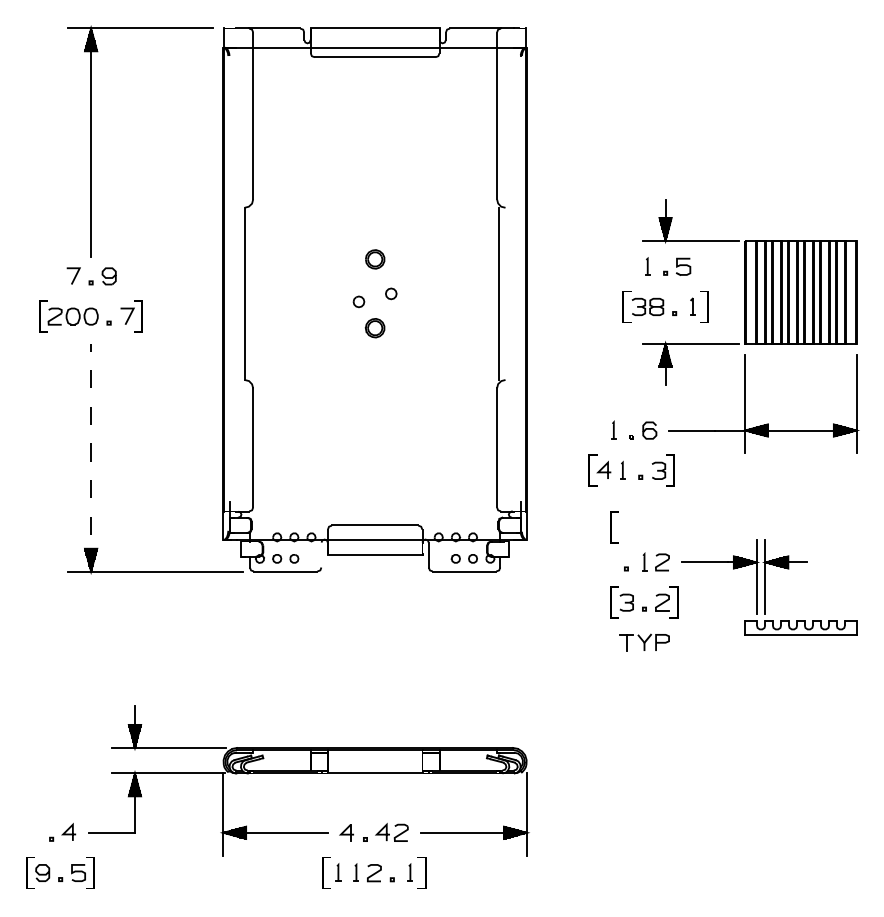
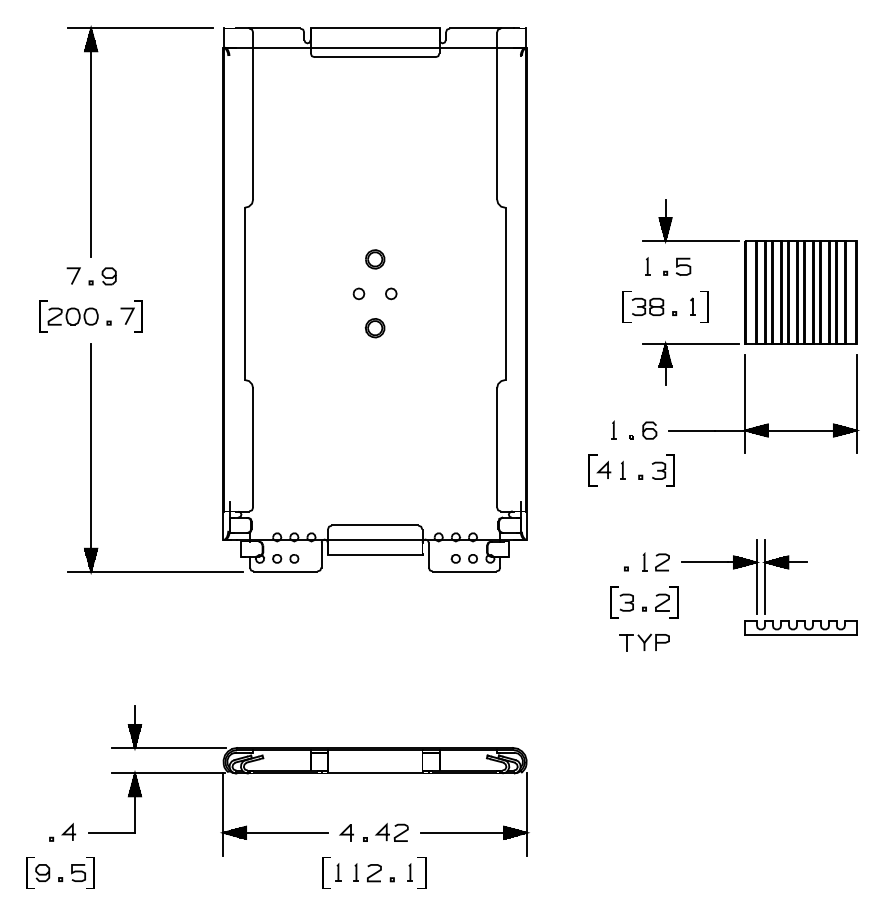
line at (498, 293) position: (498, 293) -> (505, 293)
part at (358, 301) position: (358, 301) -> (358, 293)
line at (91, 457): dashed -> solid
line at (611, 527): present -> none
line at (321, 554): none -> present
